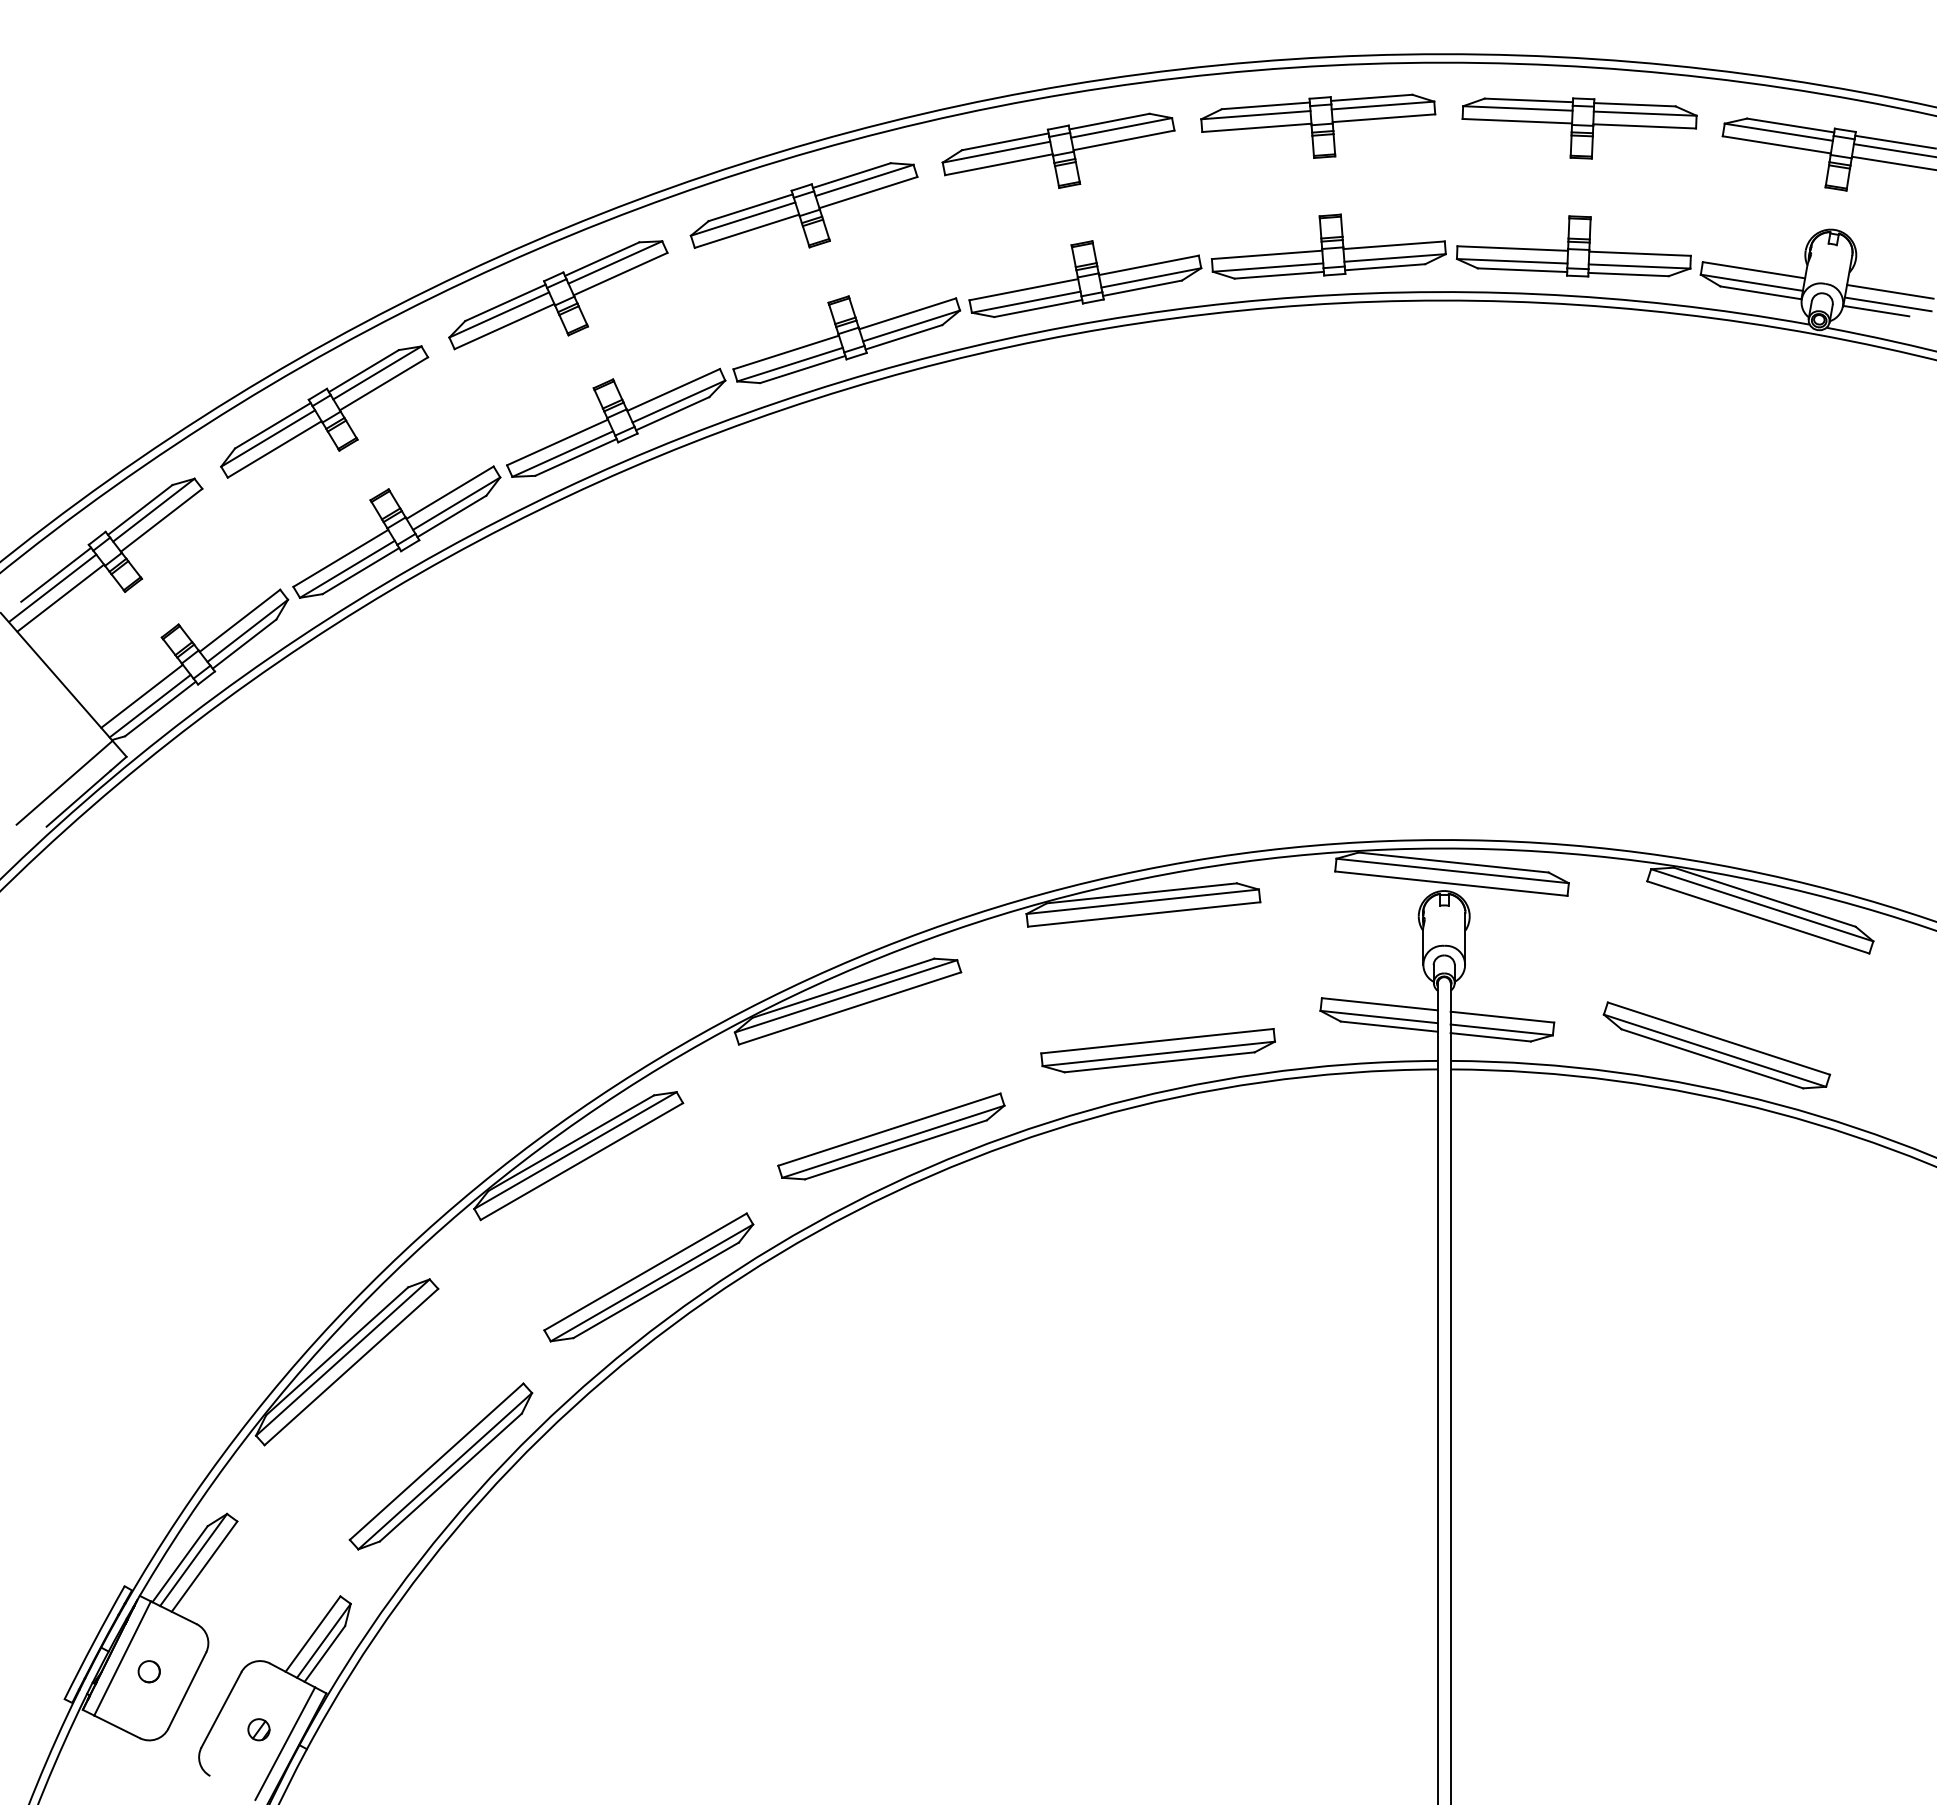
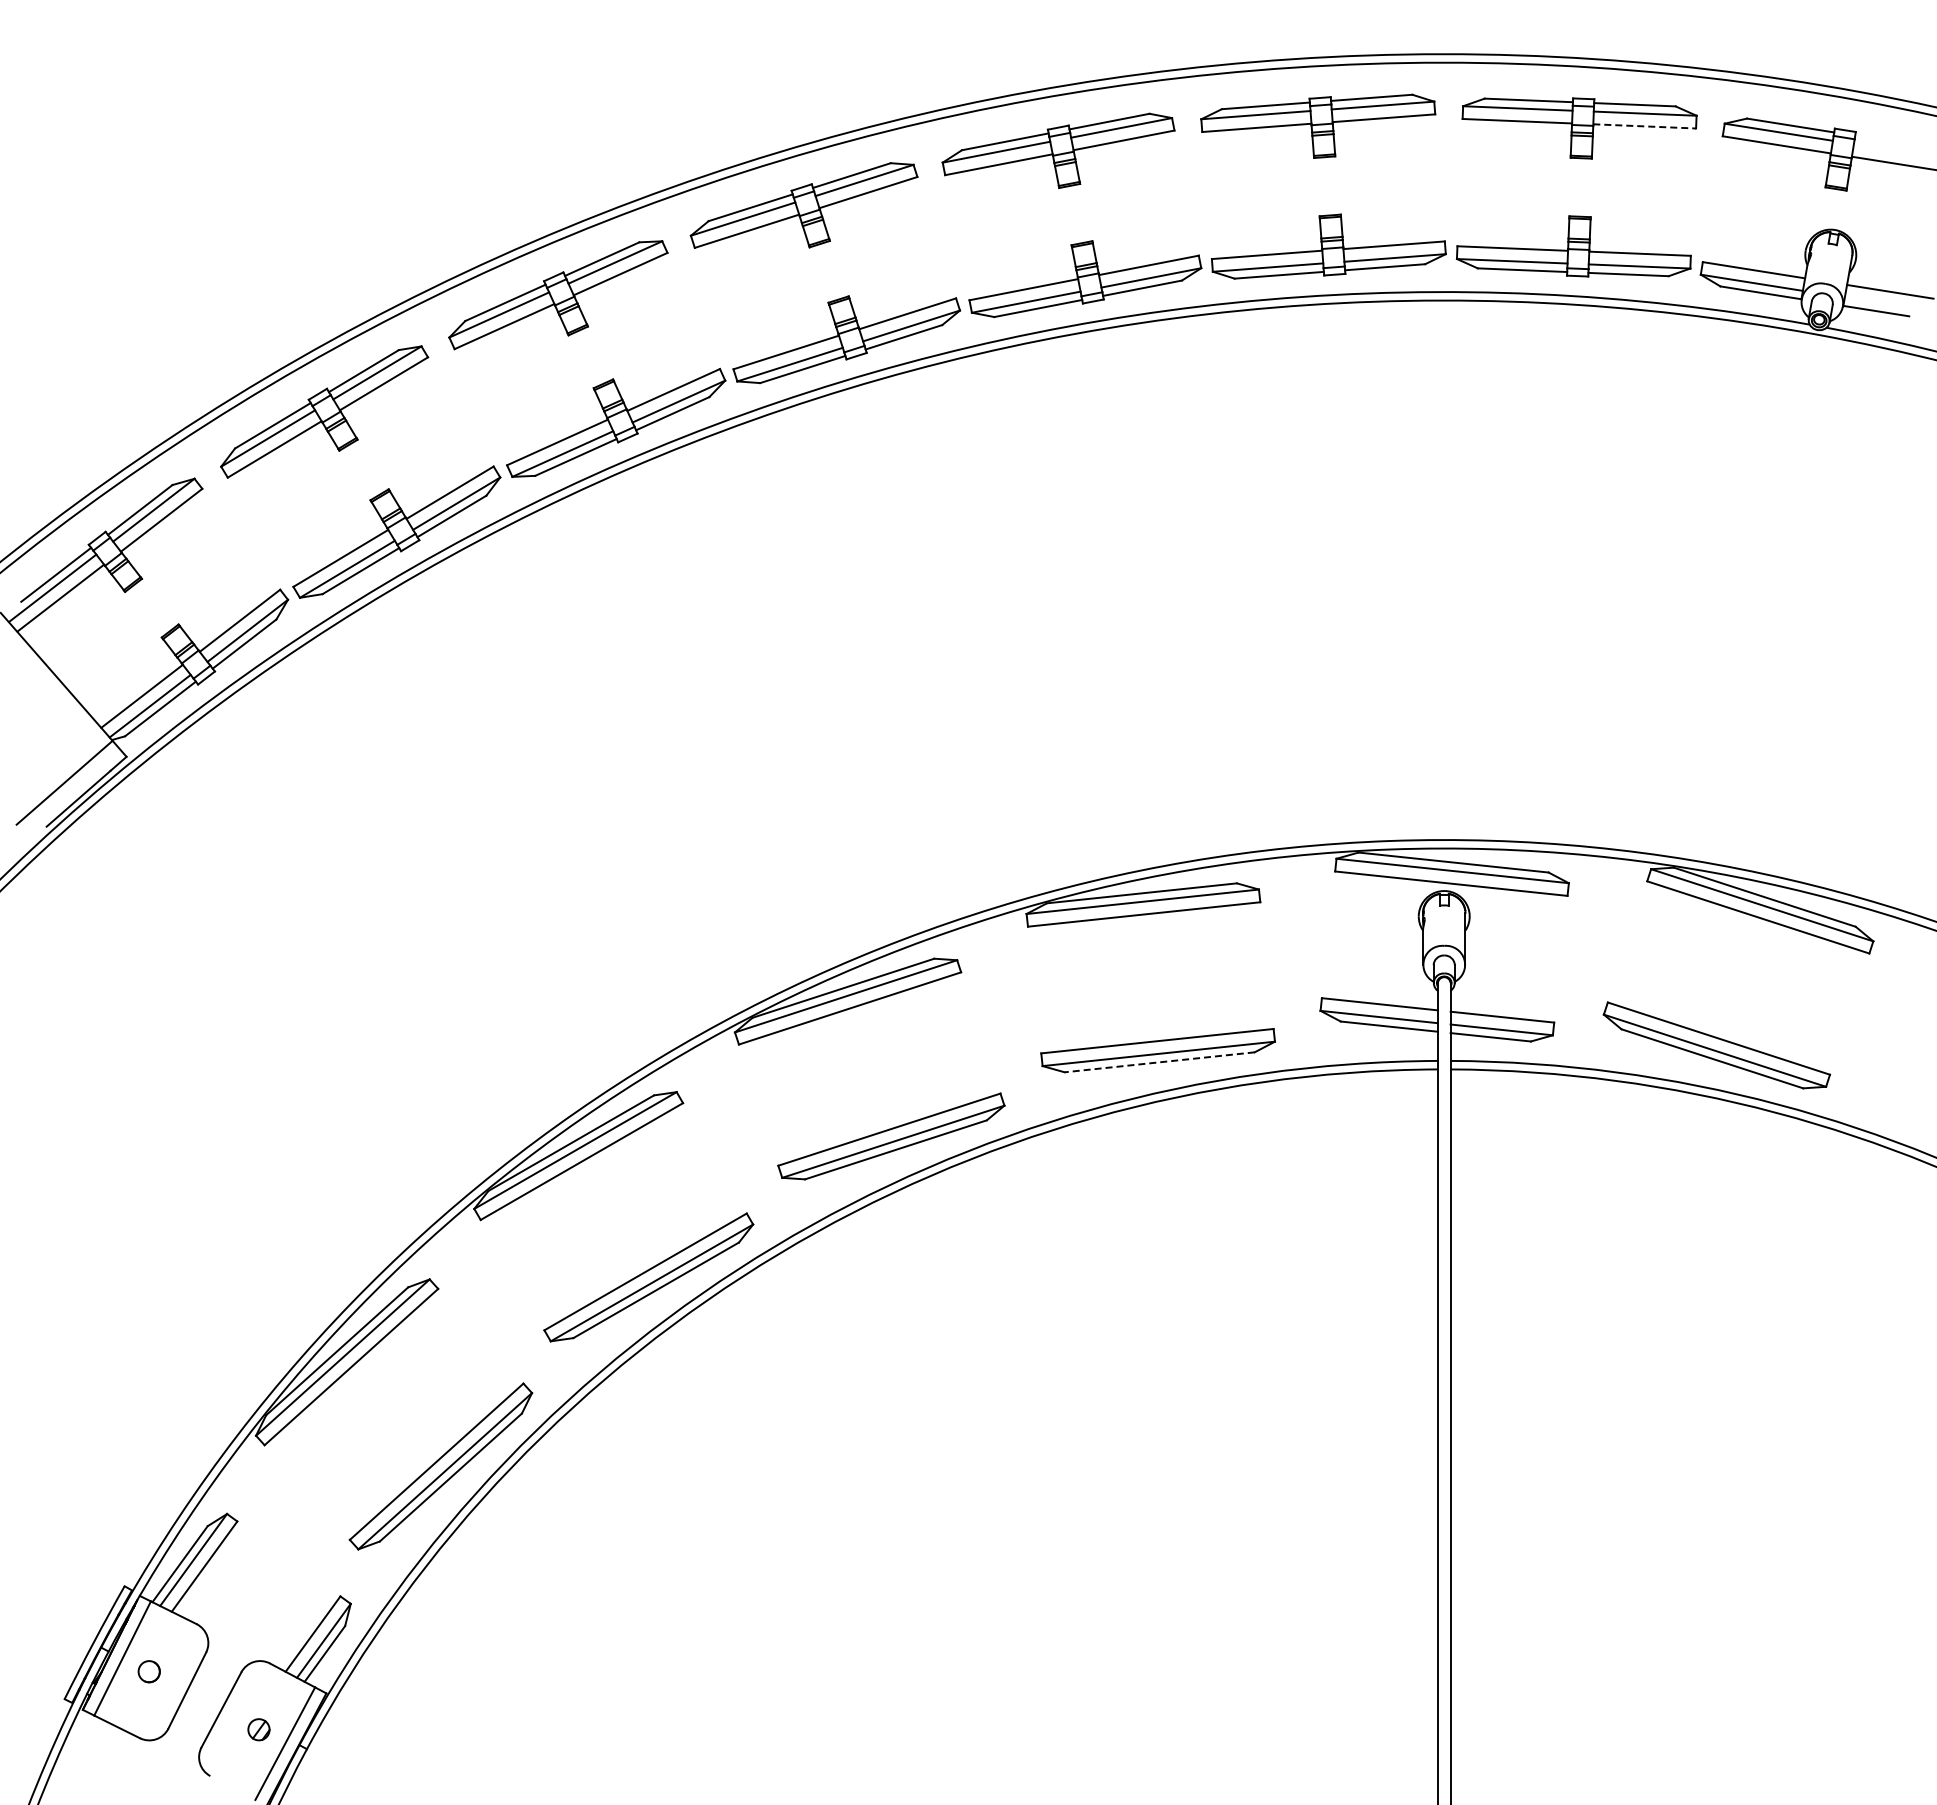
line at (1645, 126): solid -> dashed
line at (1894, 141): present -> none
line at (1893, 150): present -> none
line at (1887, 304): present -> none
line at (1159, 1062): solid -> dashed
